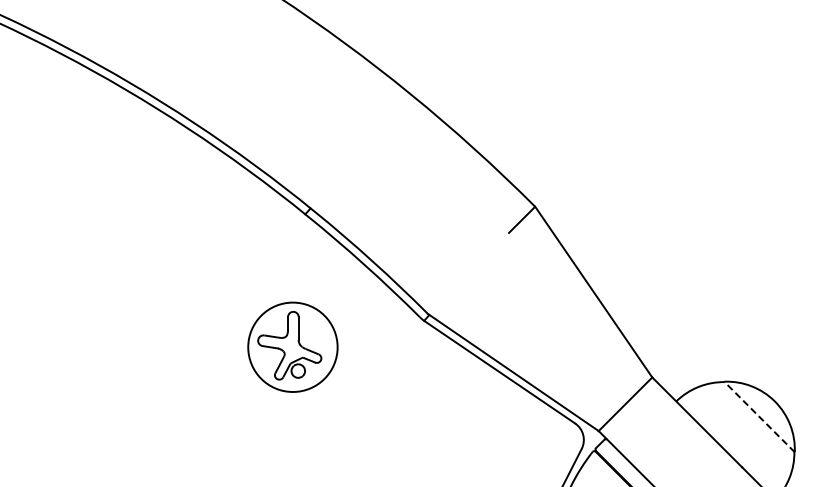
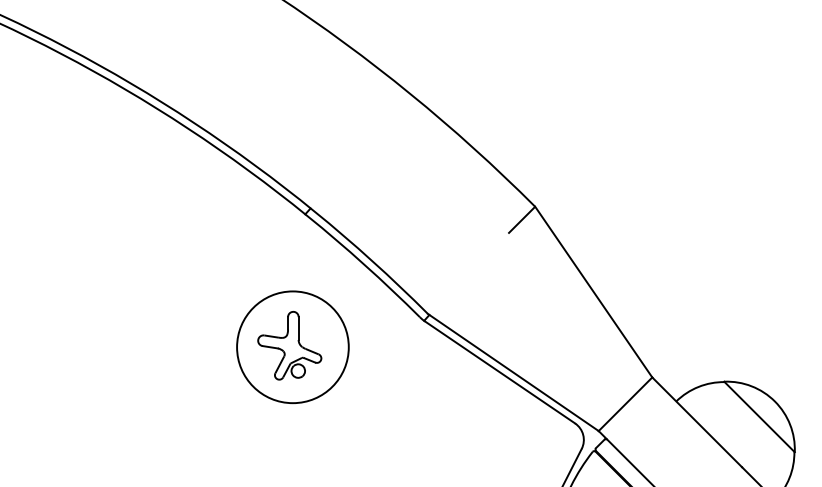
circle at (292, 347) diameter: 89 px -> 112 px
line at (759, 416): dashed -> solid
